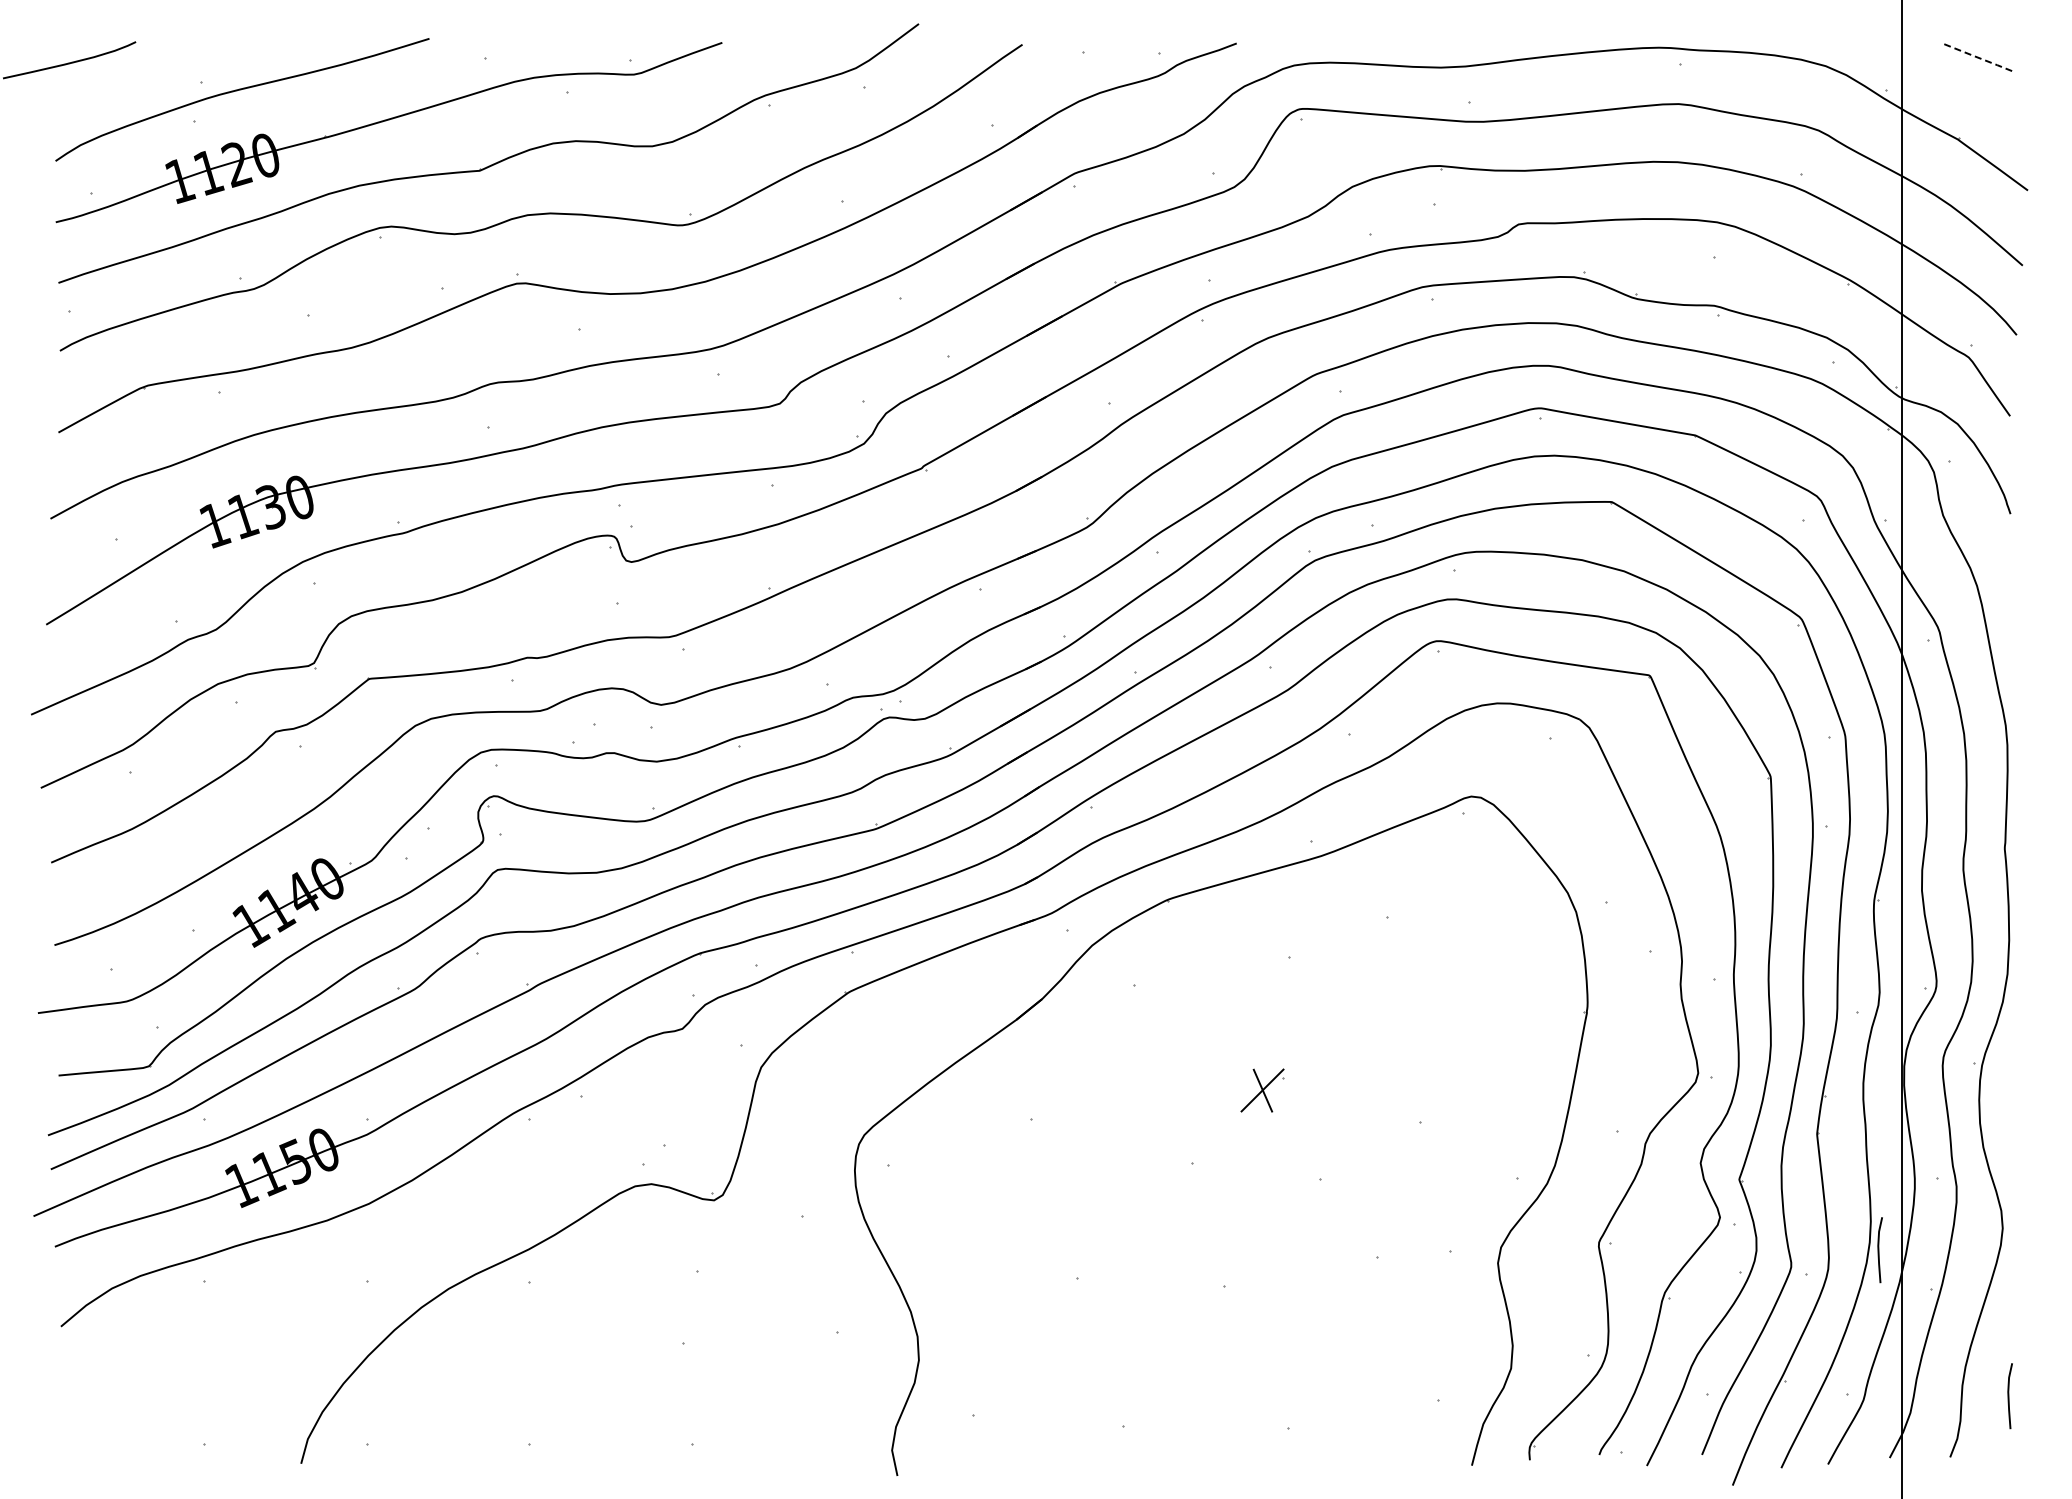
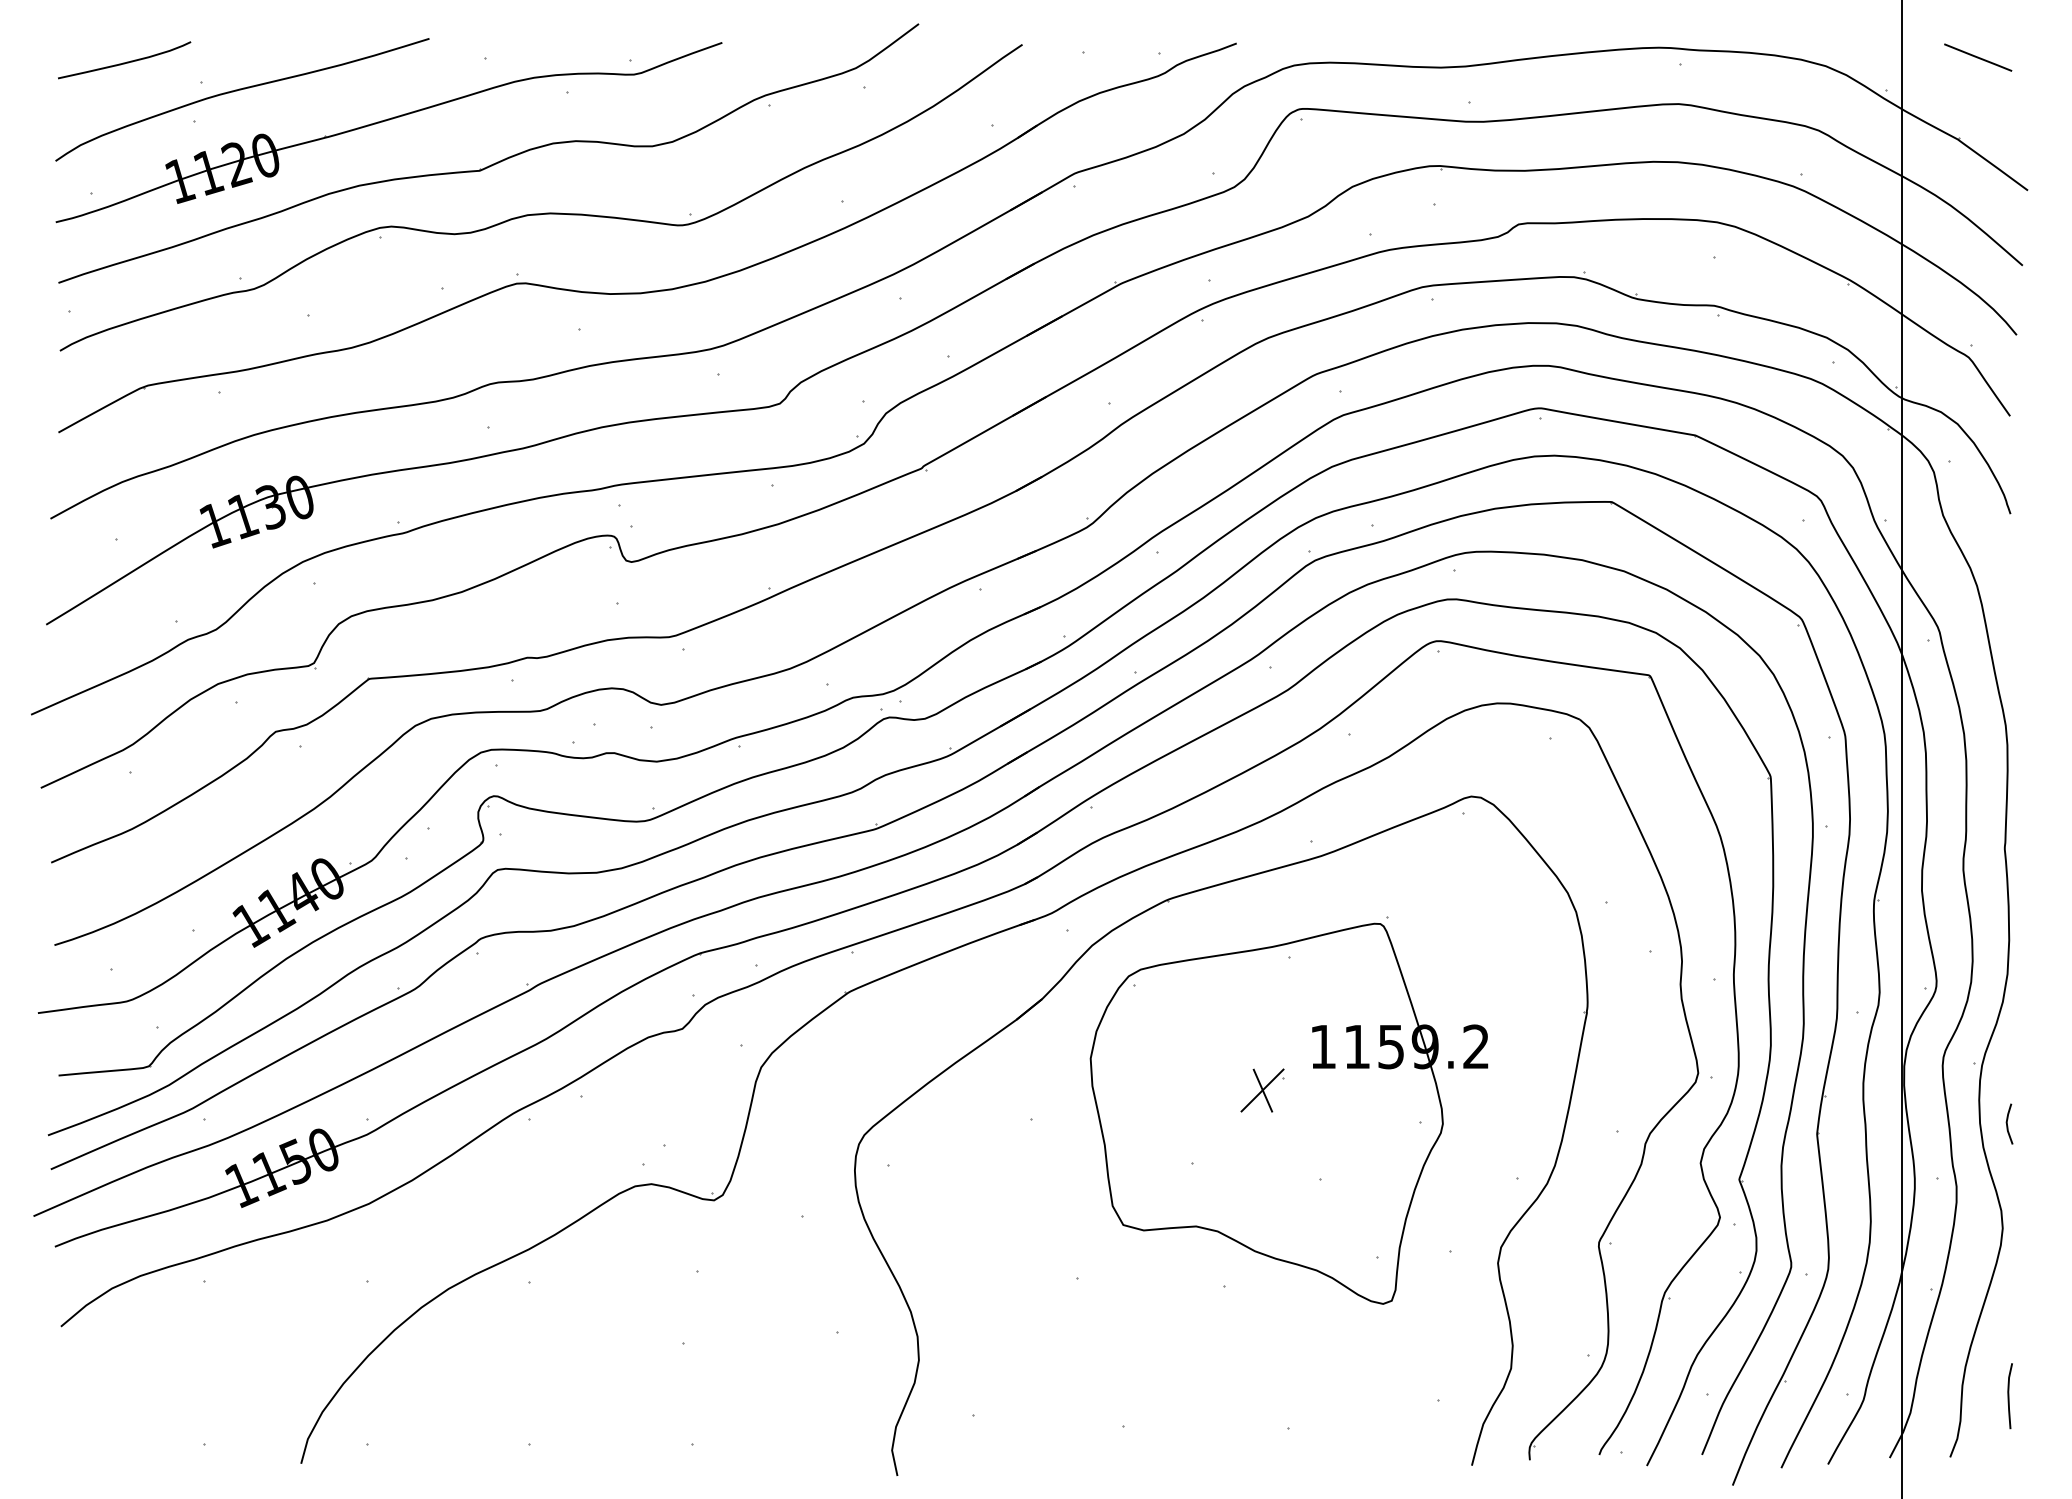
line at (1978, 57): dashed -> solid
curve at (69, 62) position: (69, 62) -> (124, 62)
part at (1288, 1113): none -> present
line at (2007, 1123): none -> present
line at (1879, 1250): present -> none
